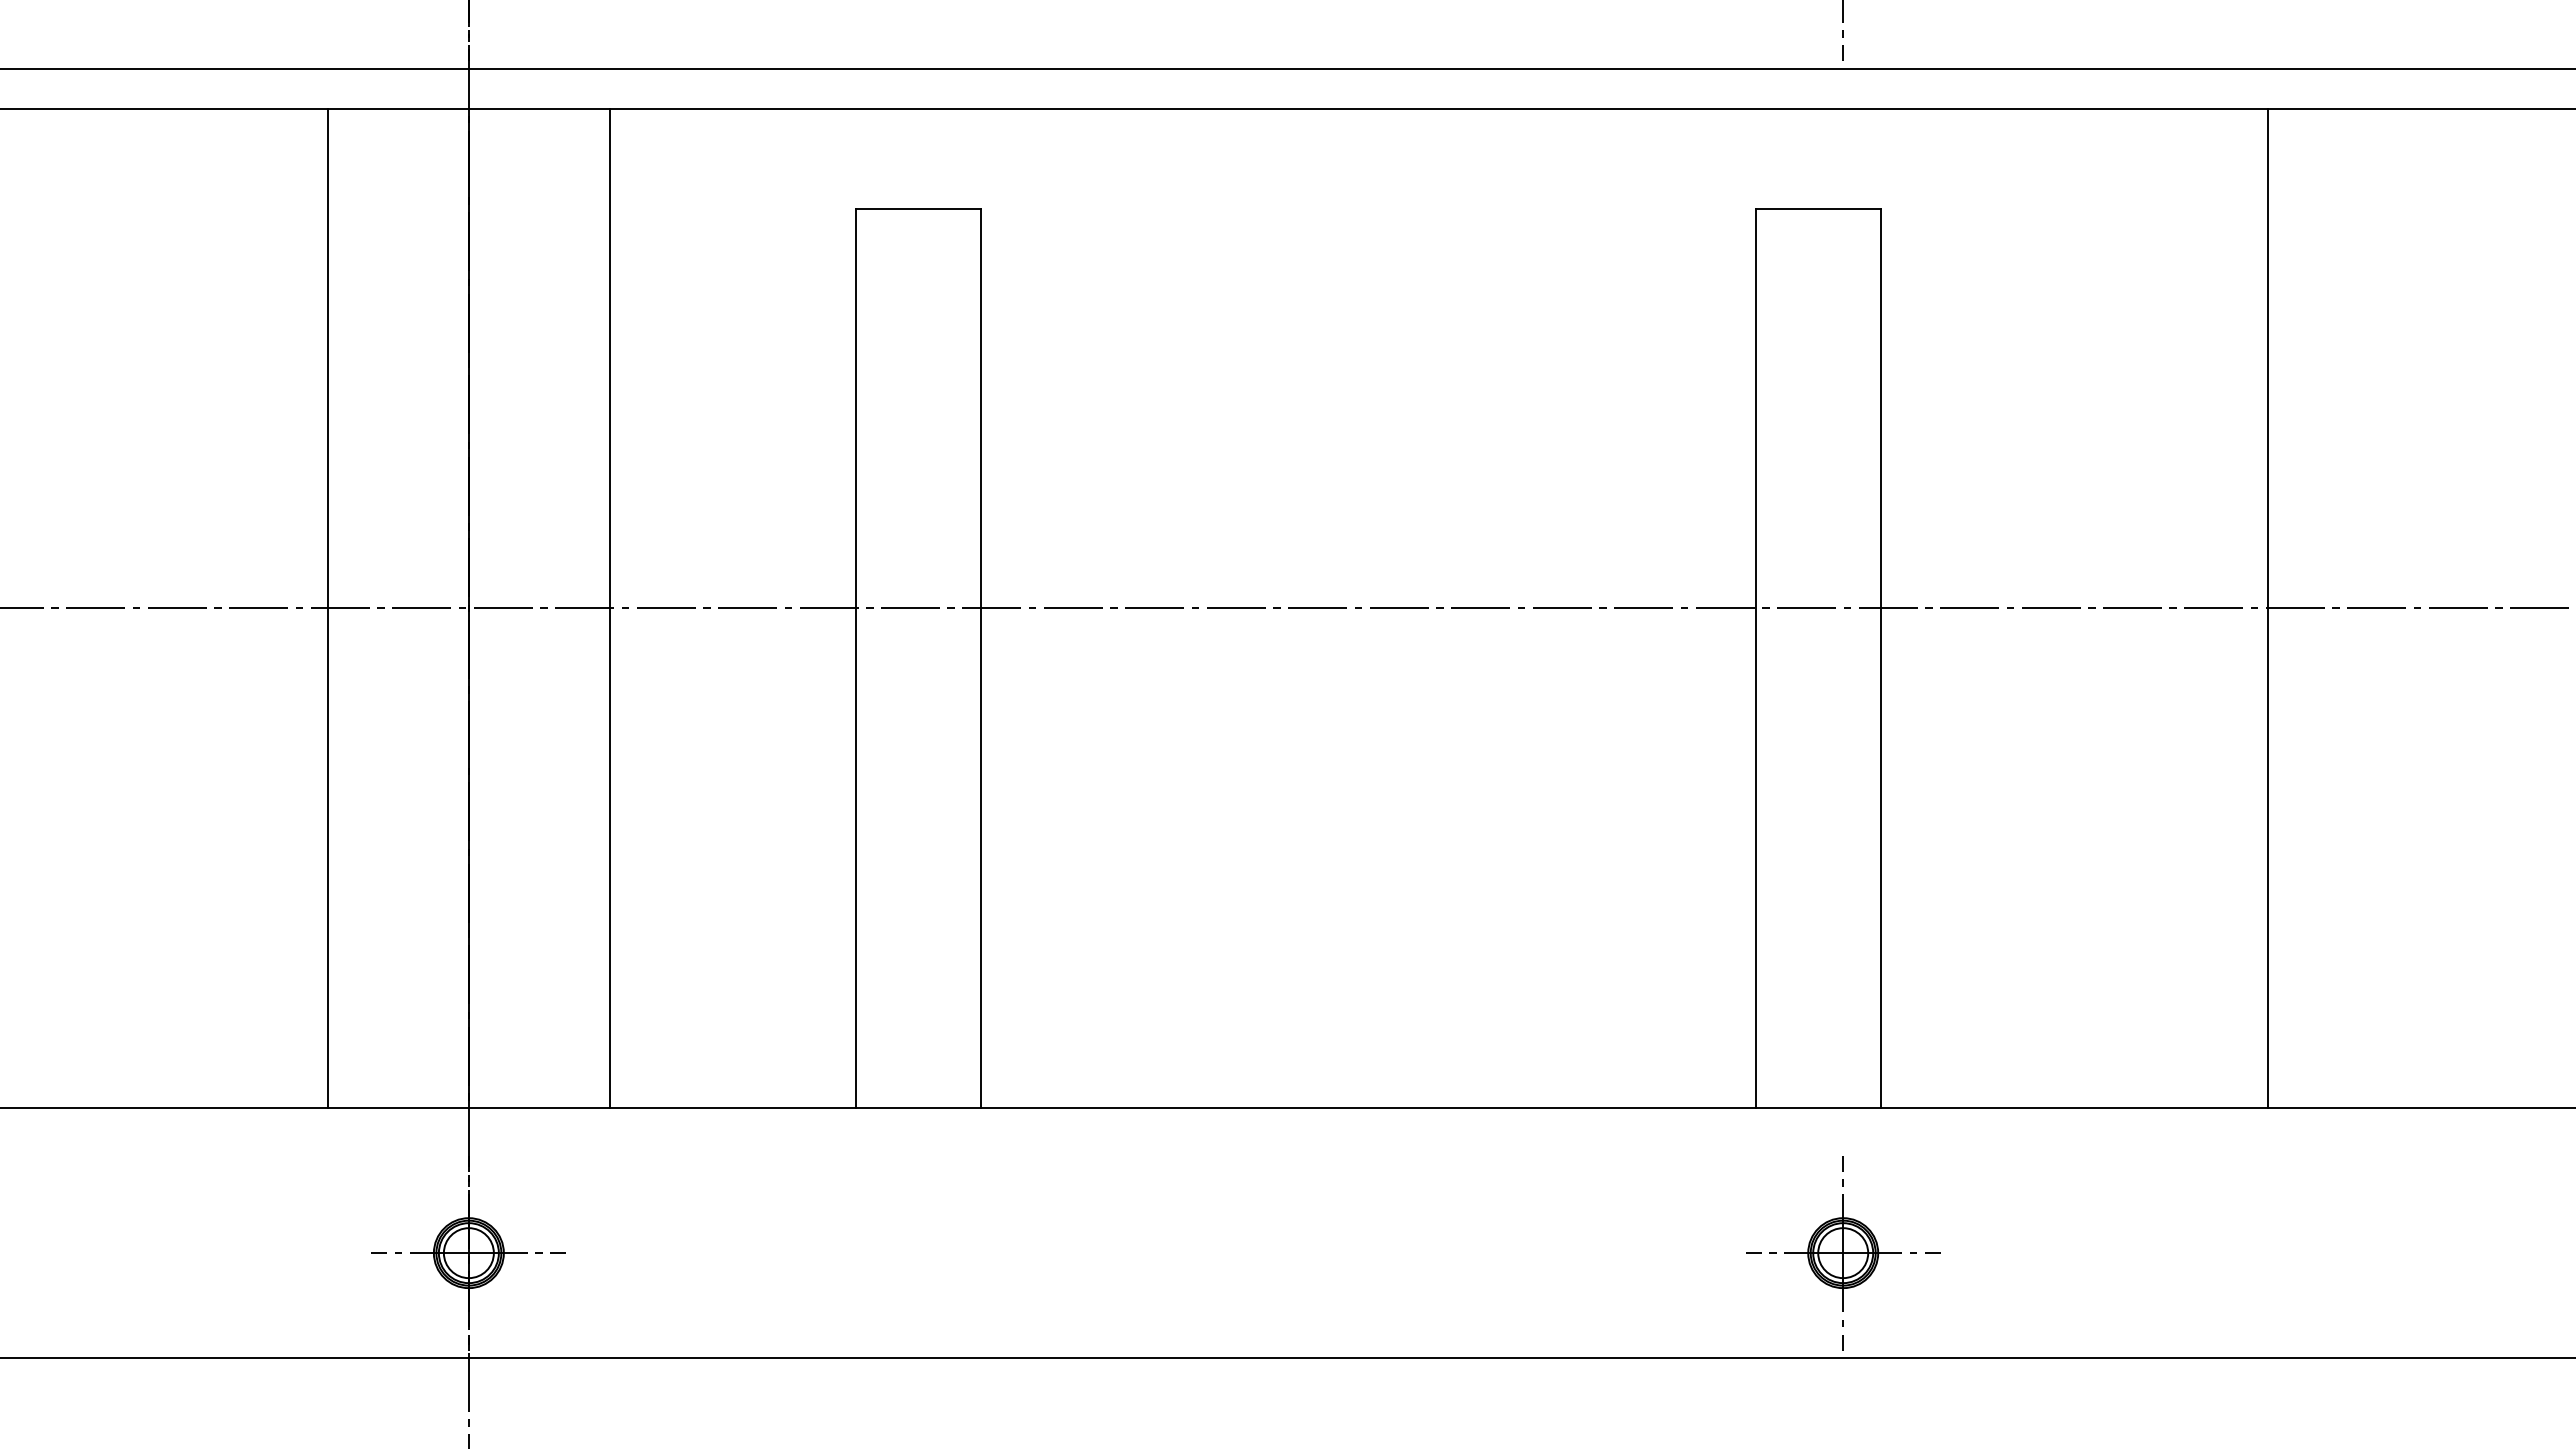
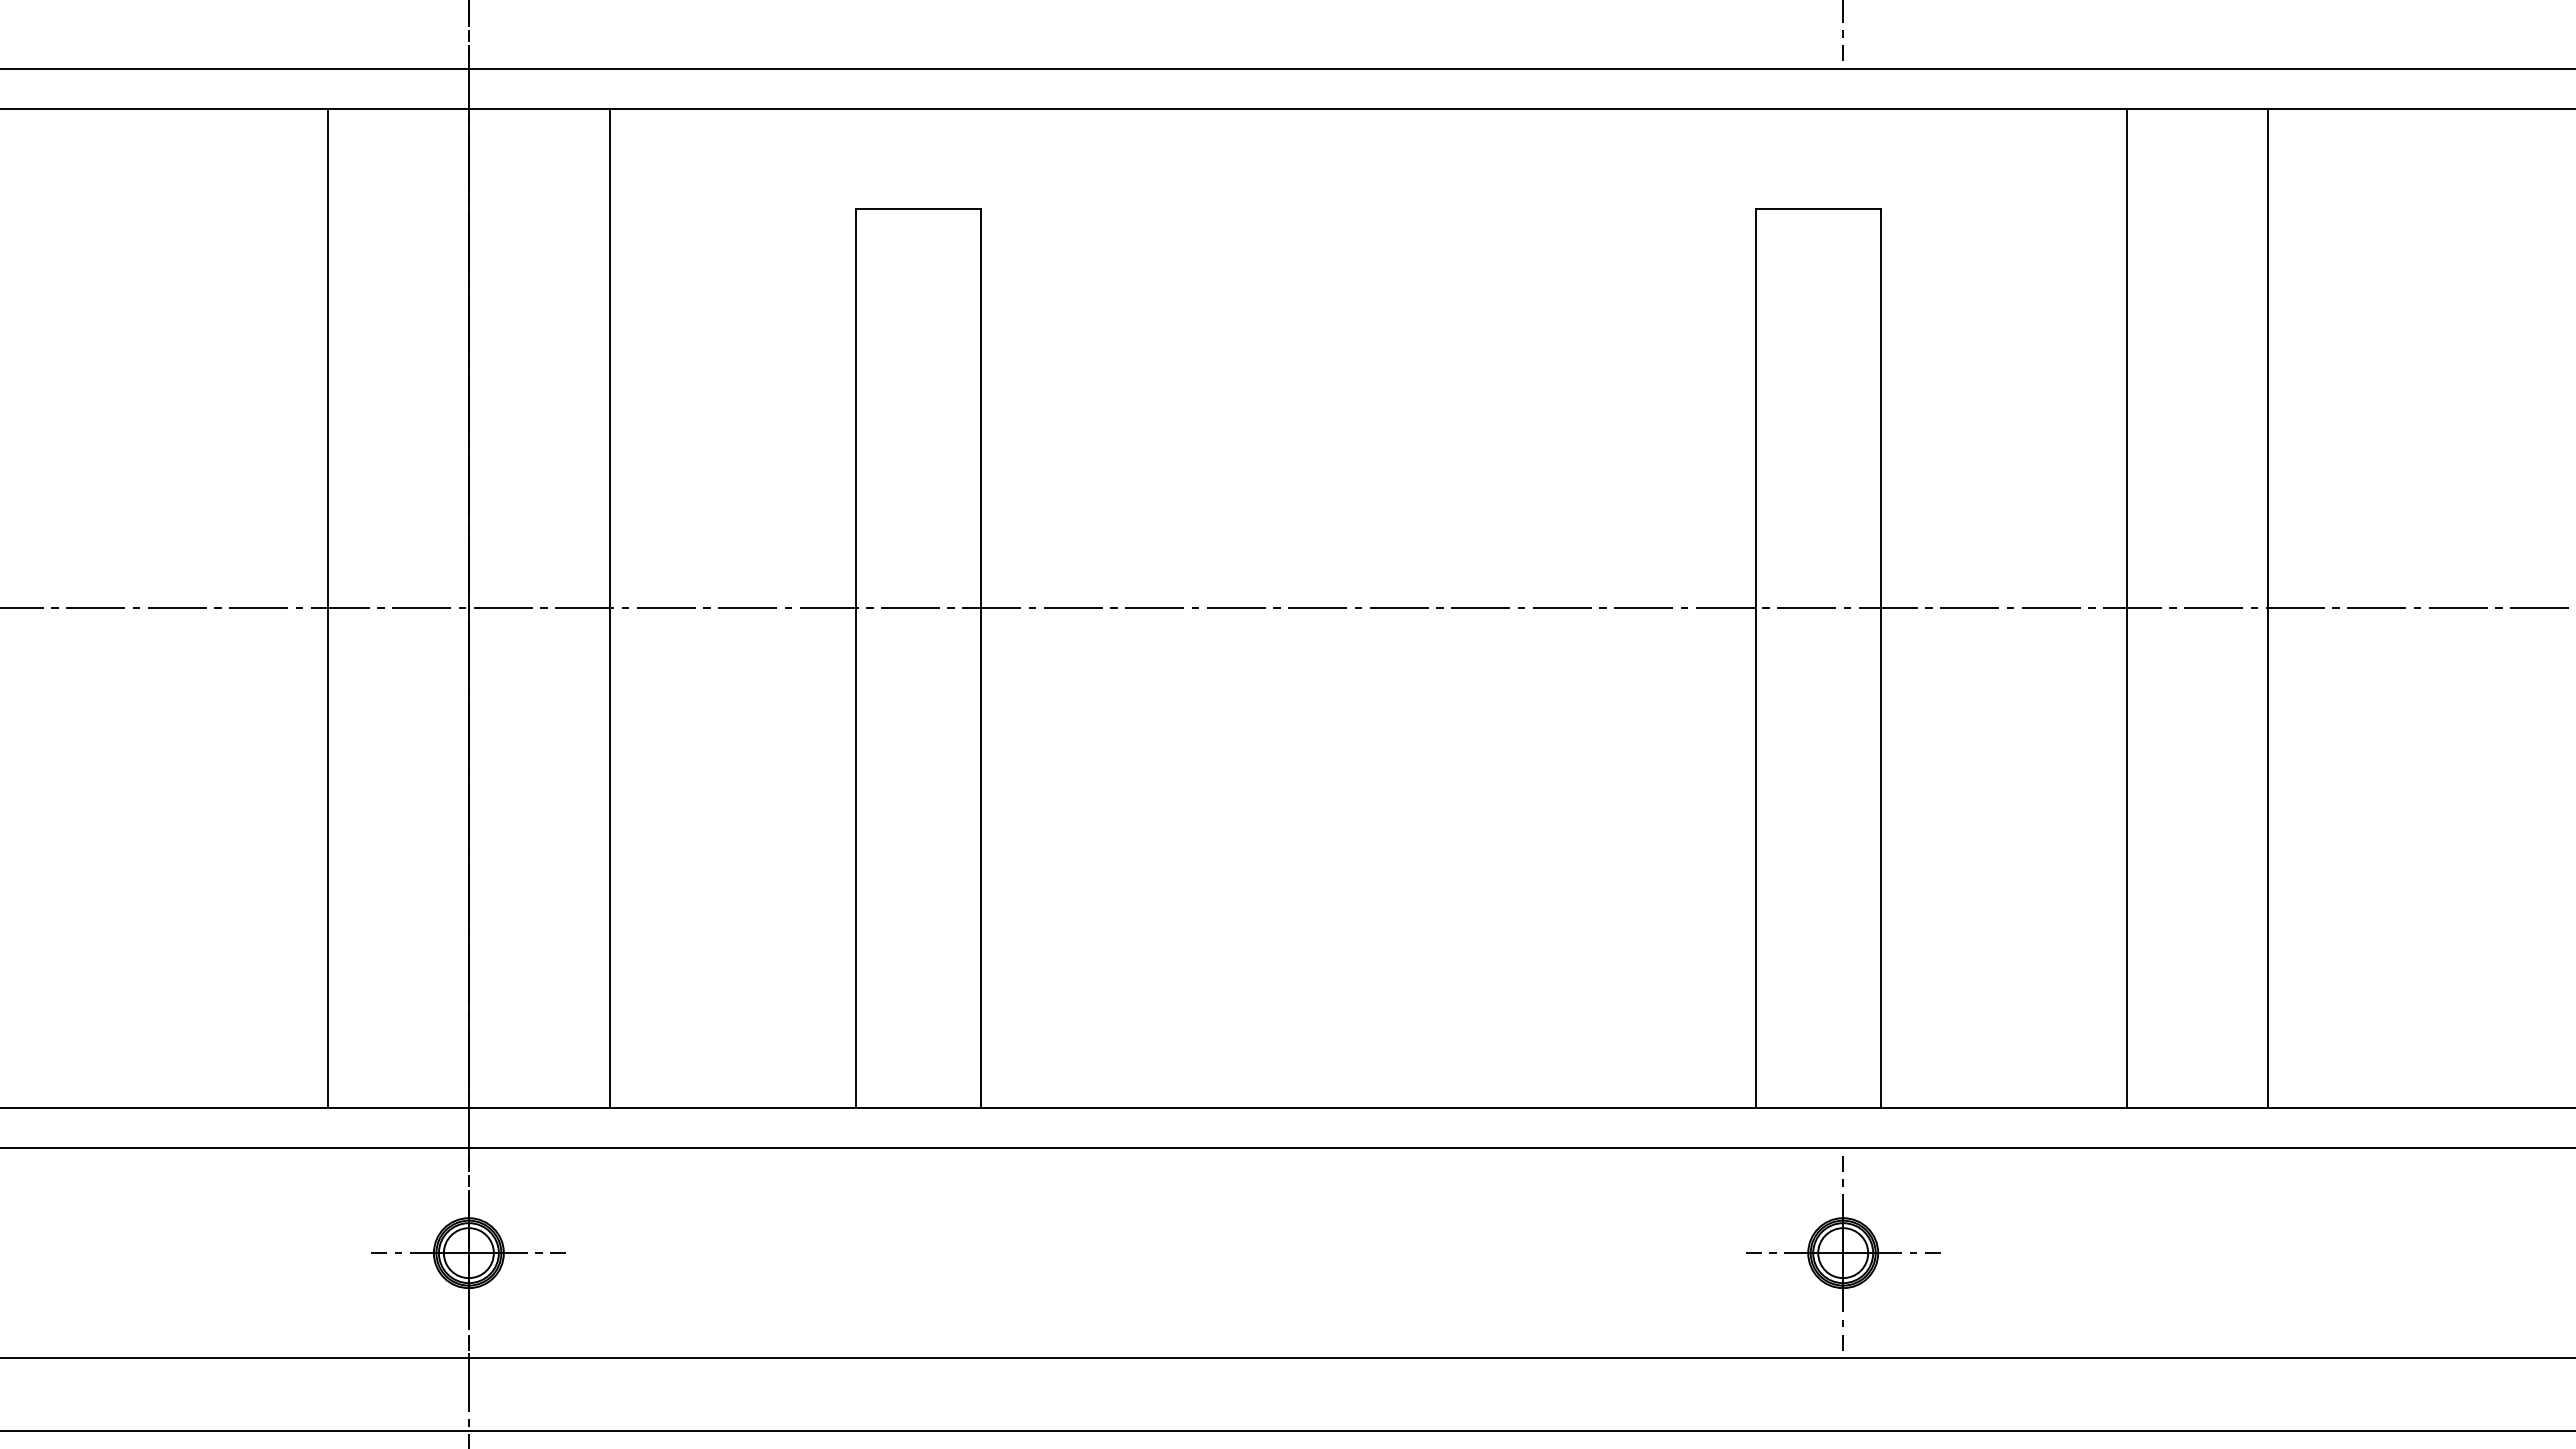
line at (2126, 608): none -> present
line at (1287, 1148): none -> present
line at (1287, 1430): none -> present
